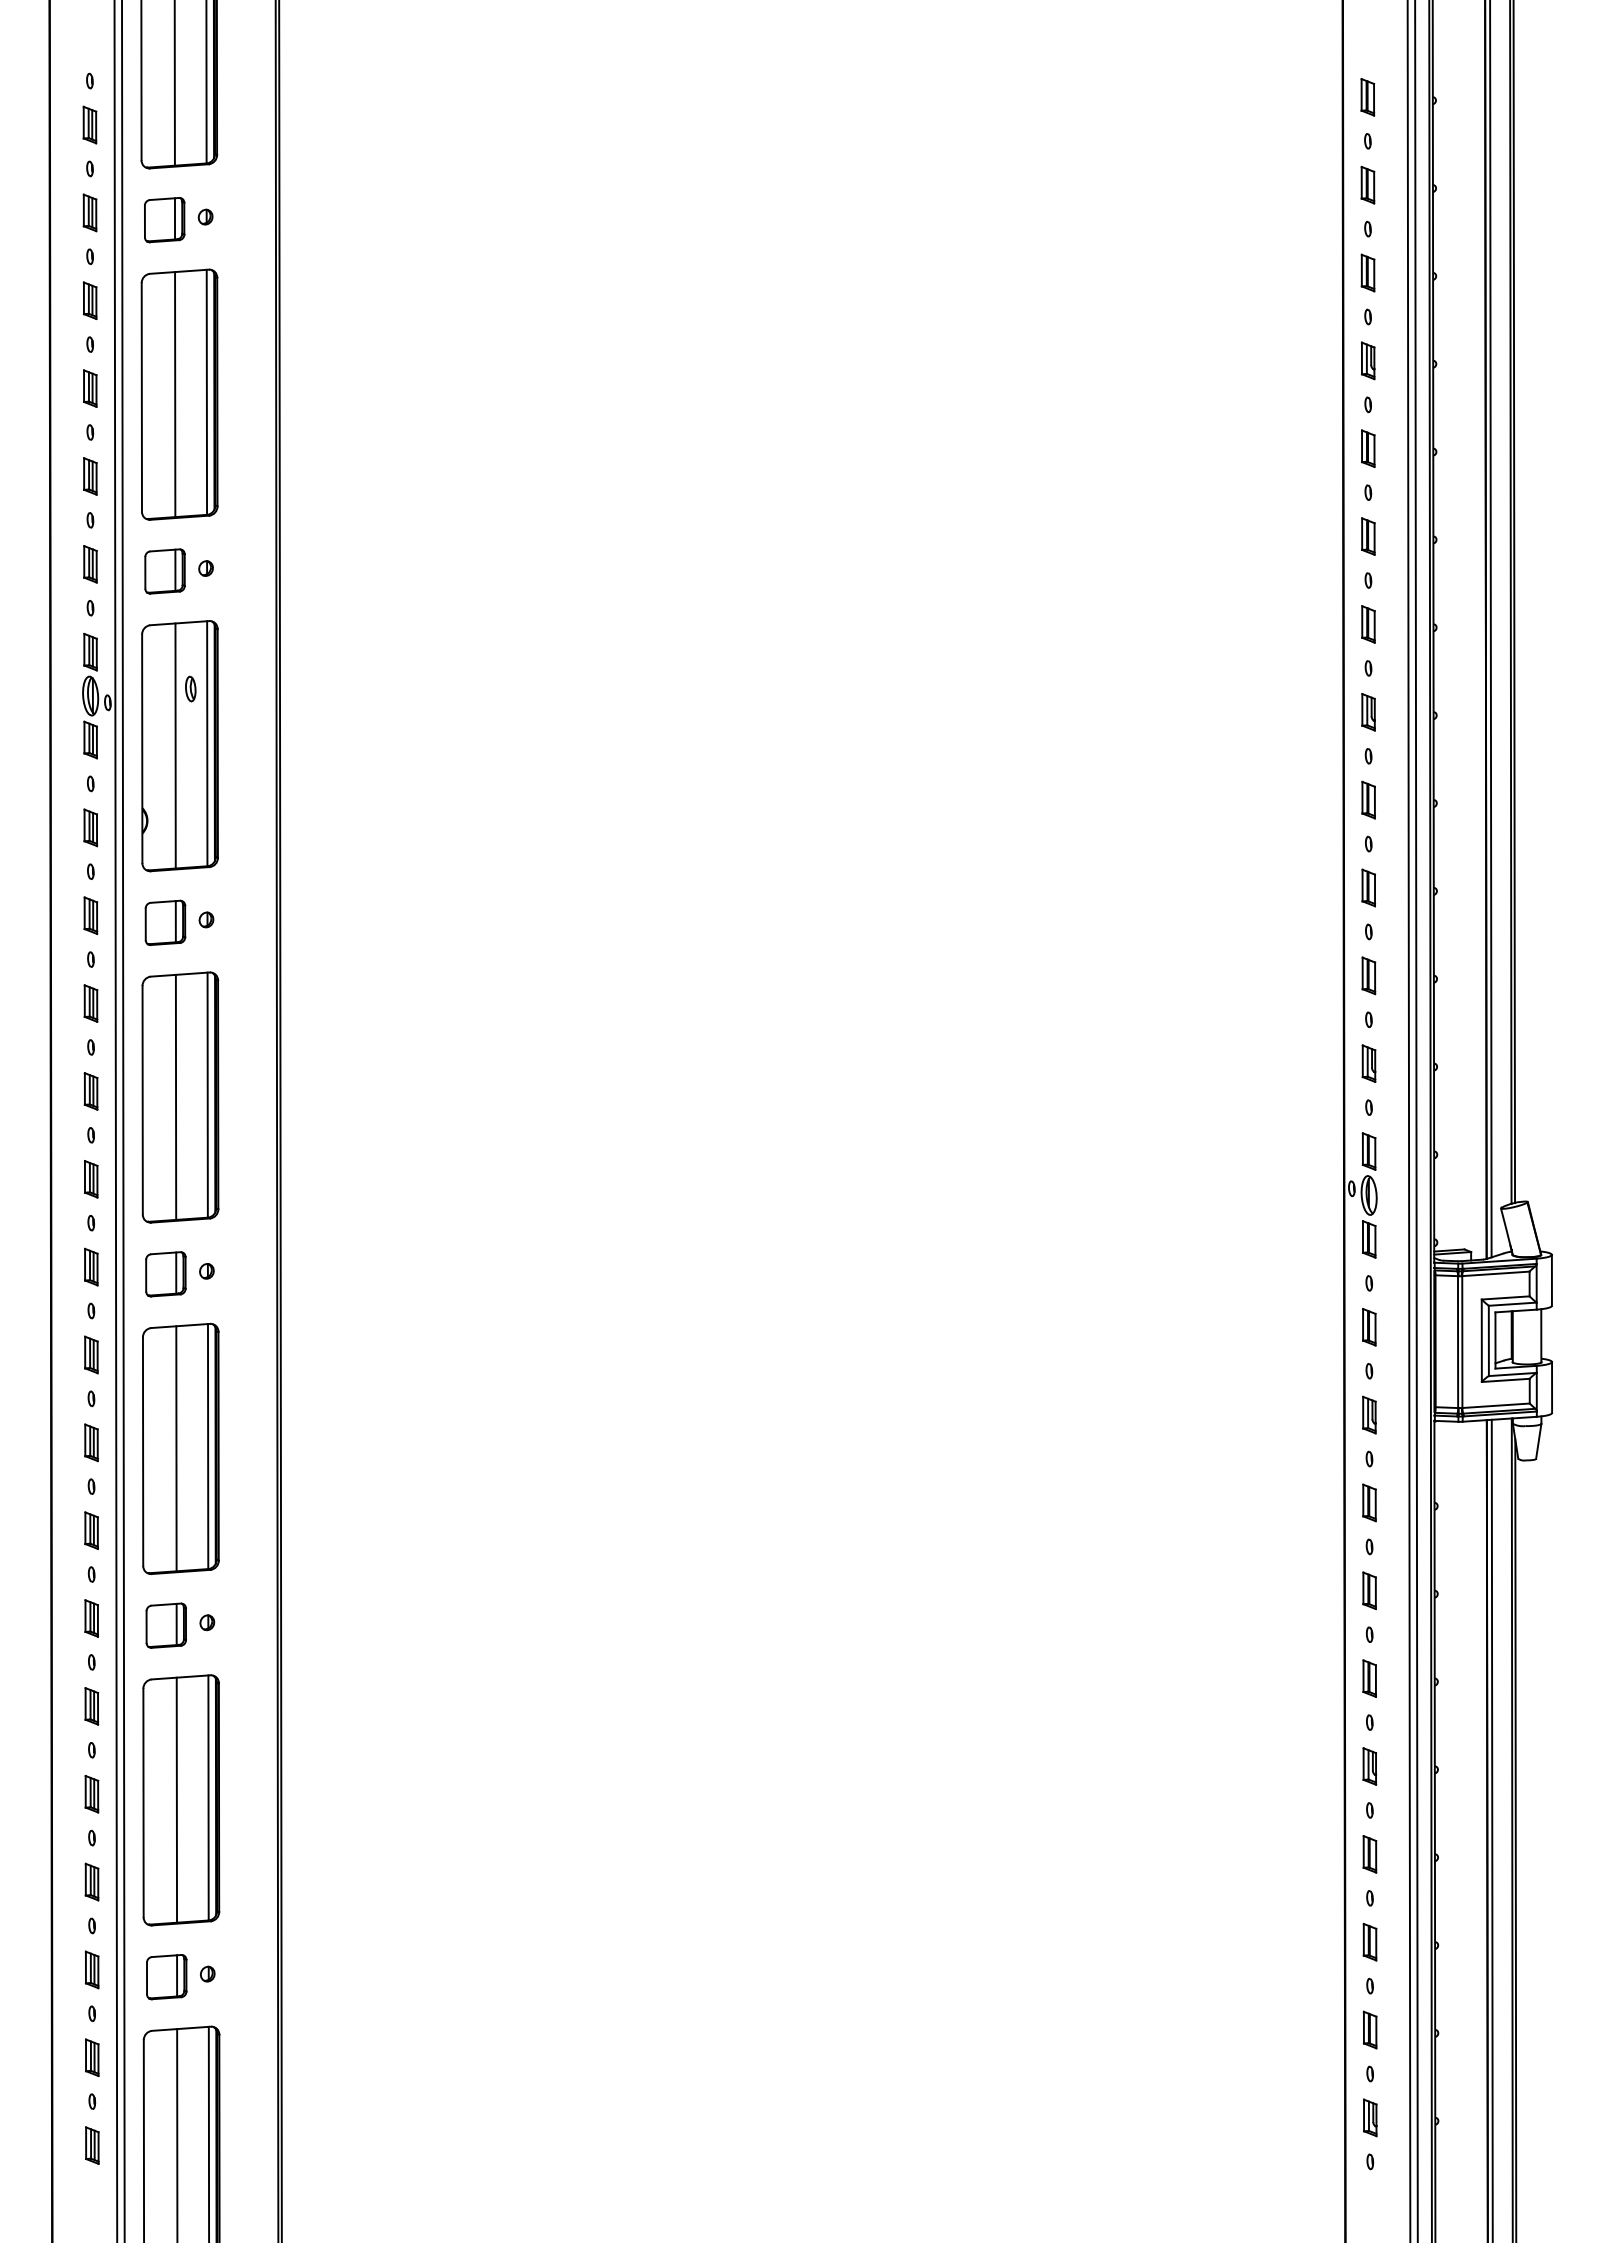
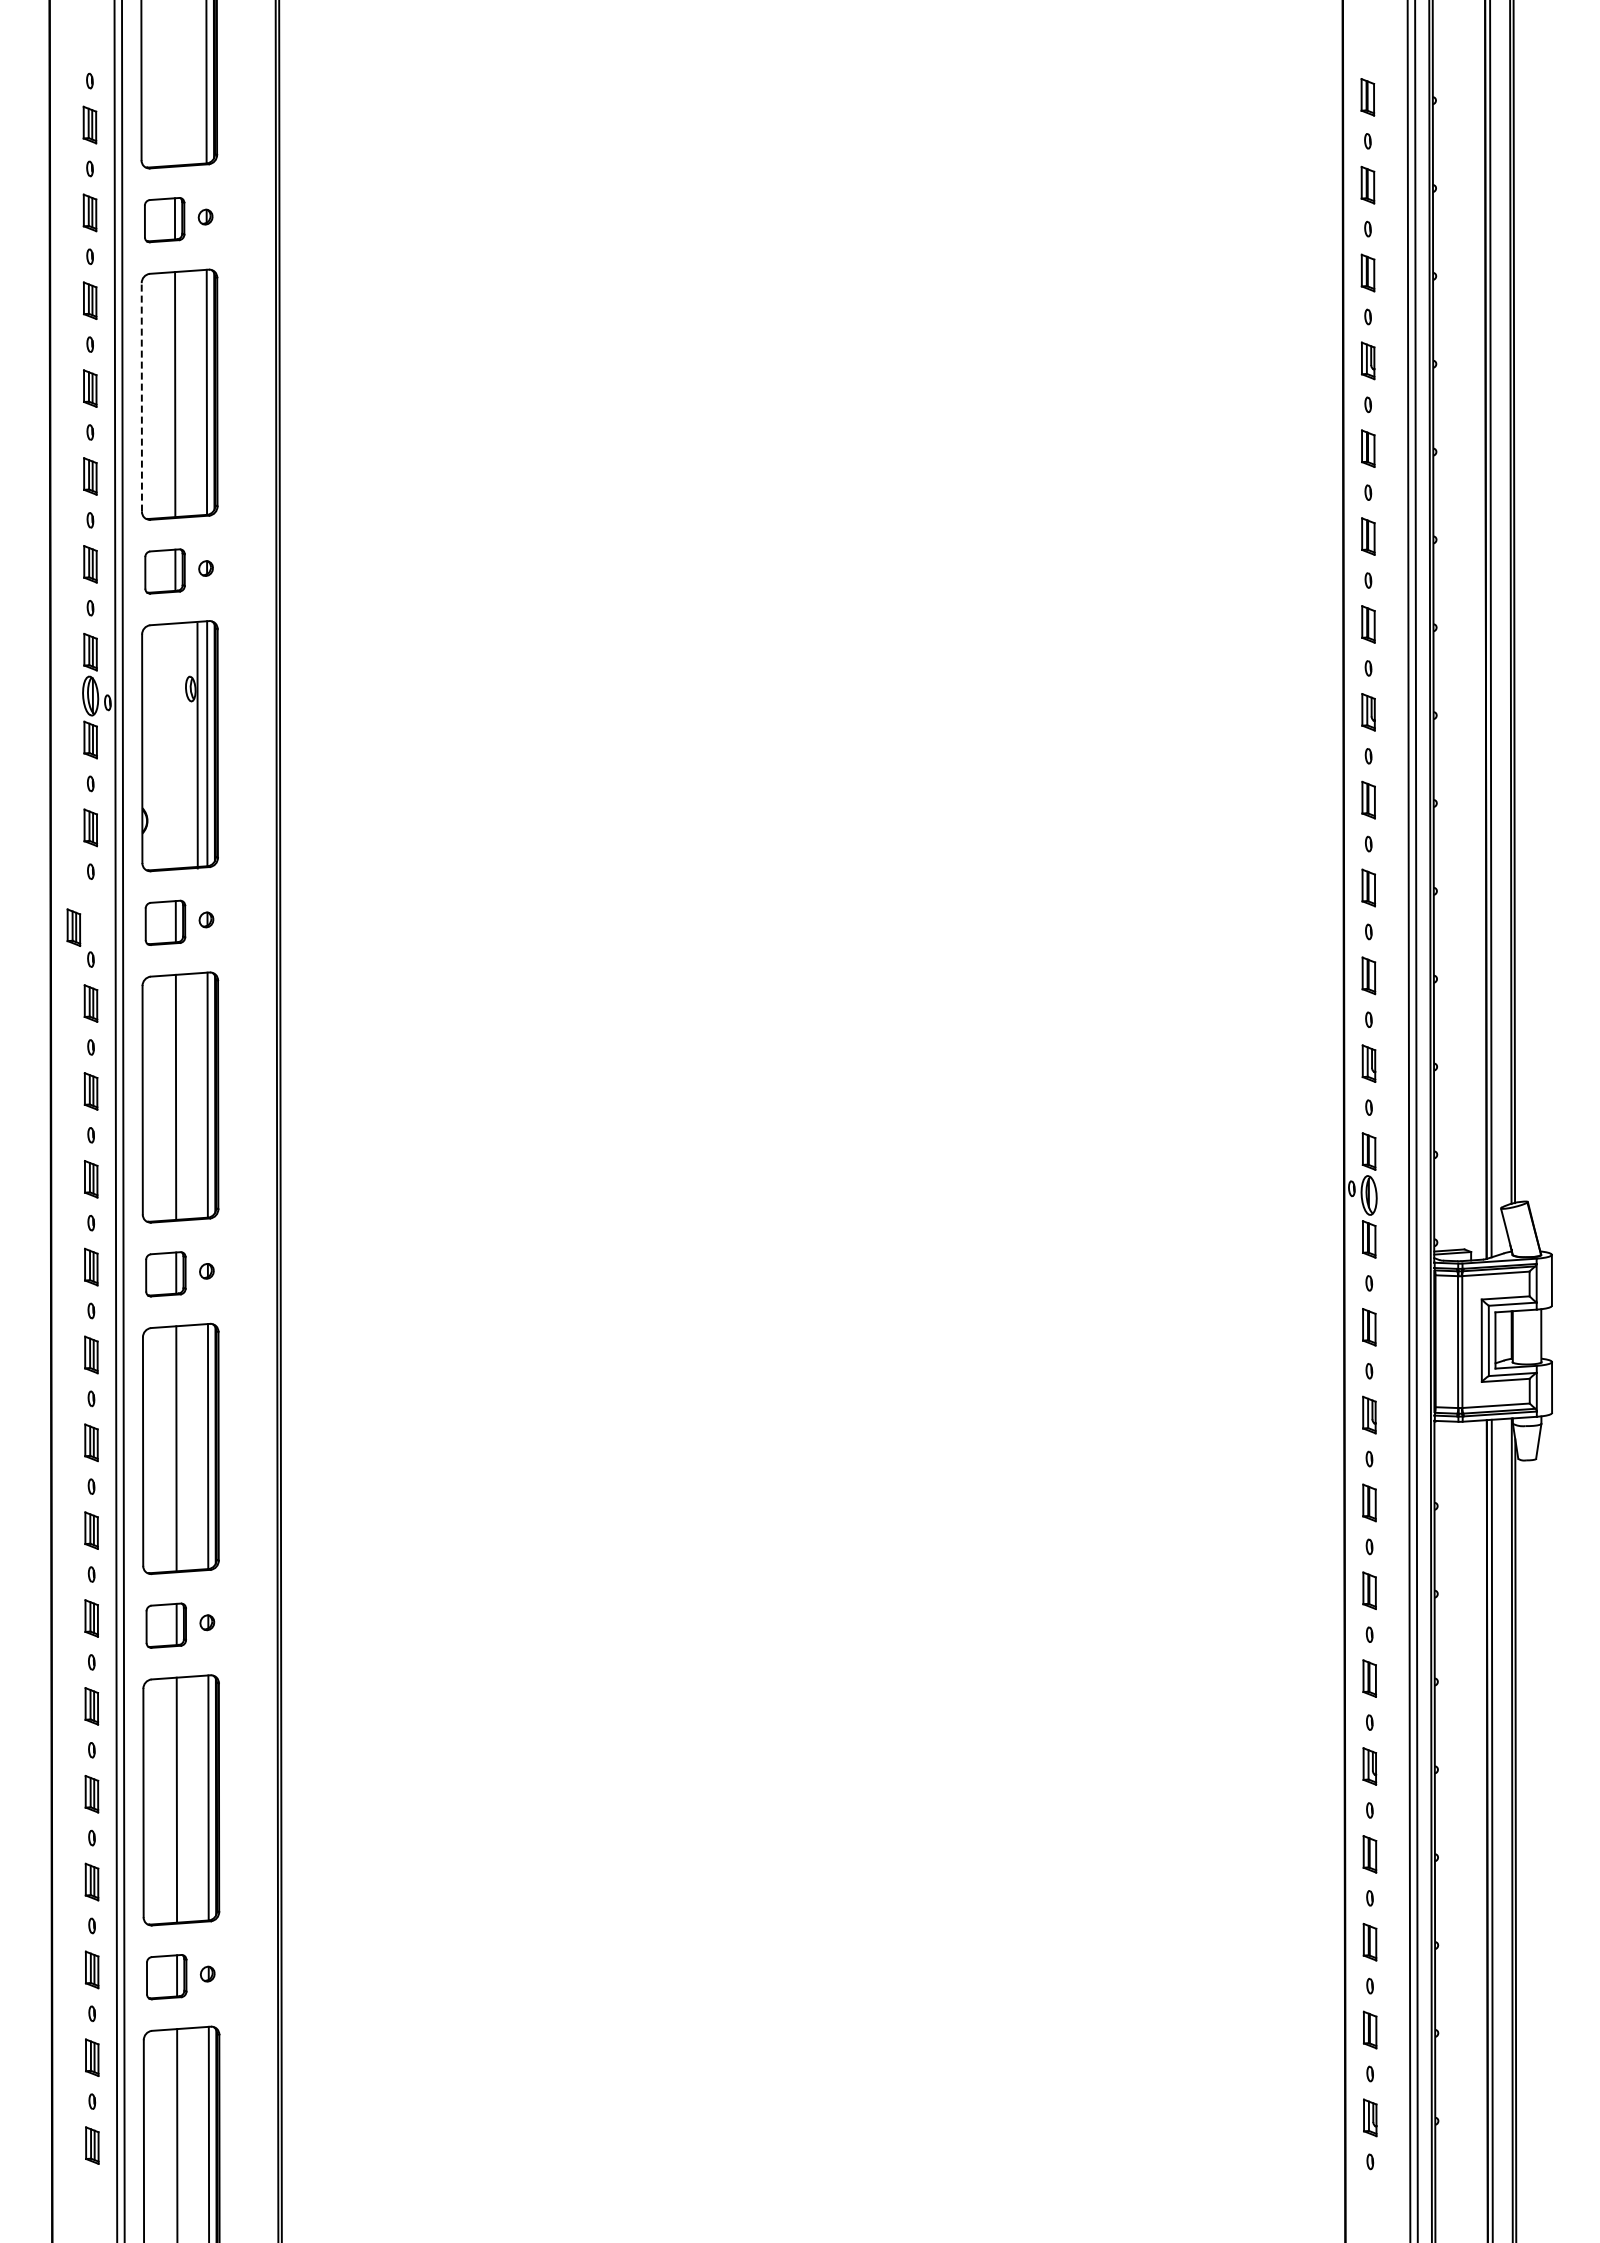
line at (174, 83): present -> none
line at (141, 396): solid -> dashed
line at (175, 745) position: (175, 745) -> (197, 745)
part at (90, 915) position: (90, 915) -> (73, 927)
